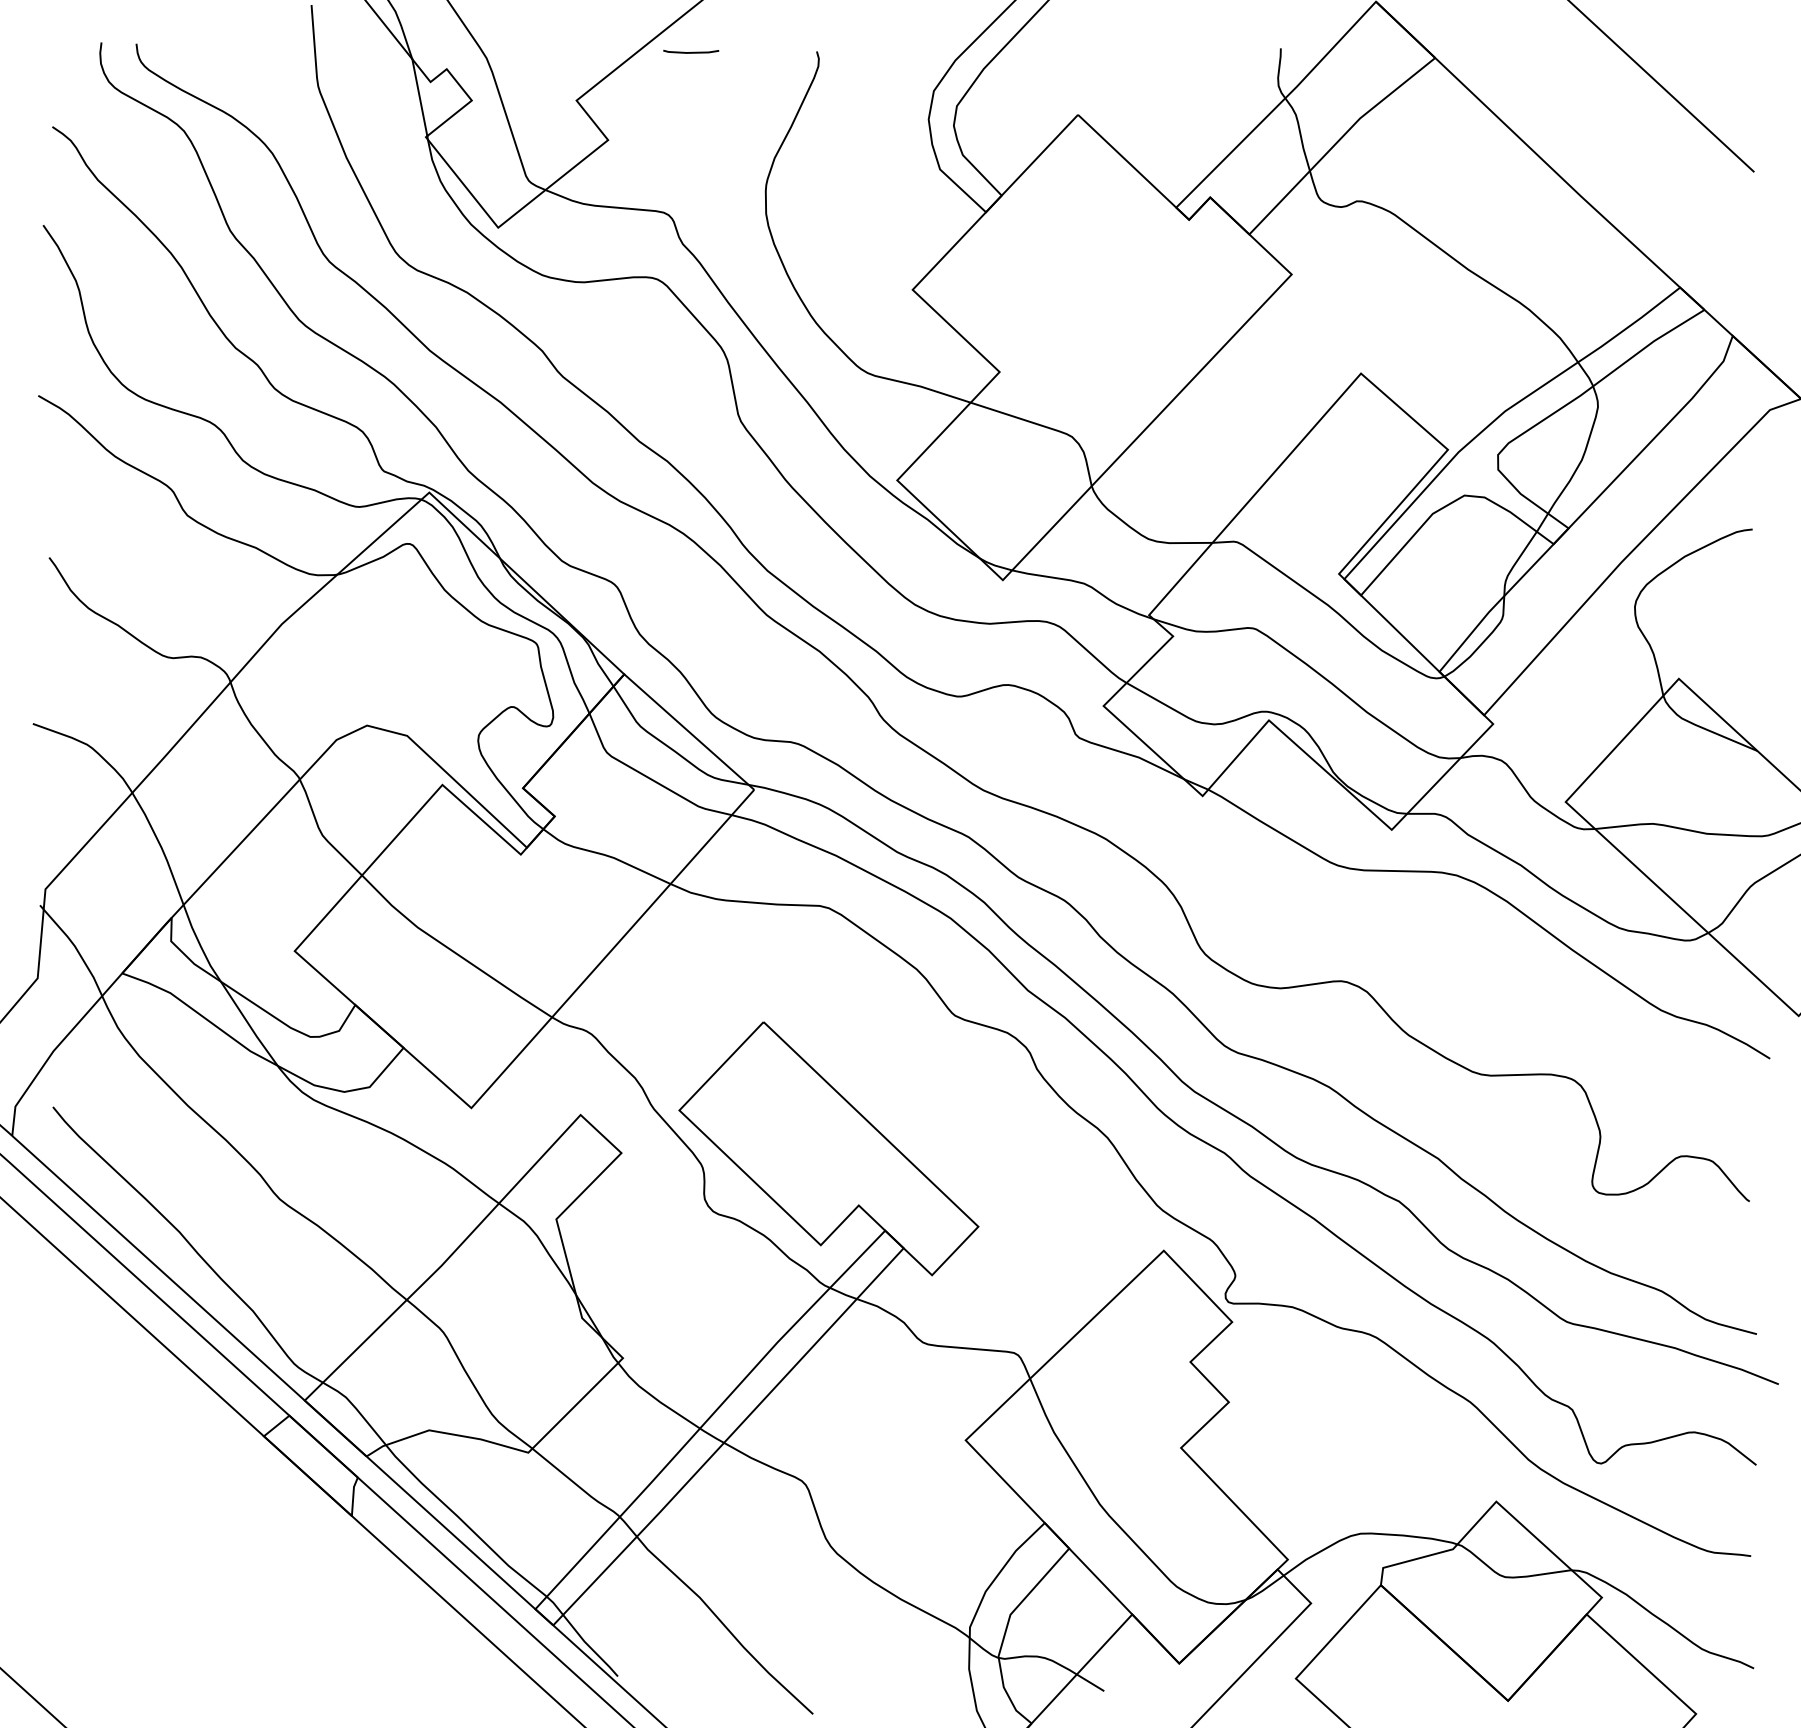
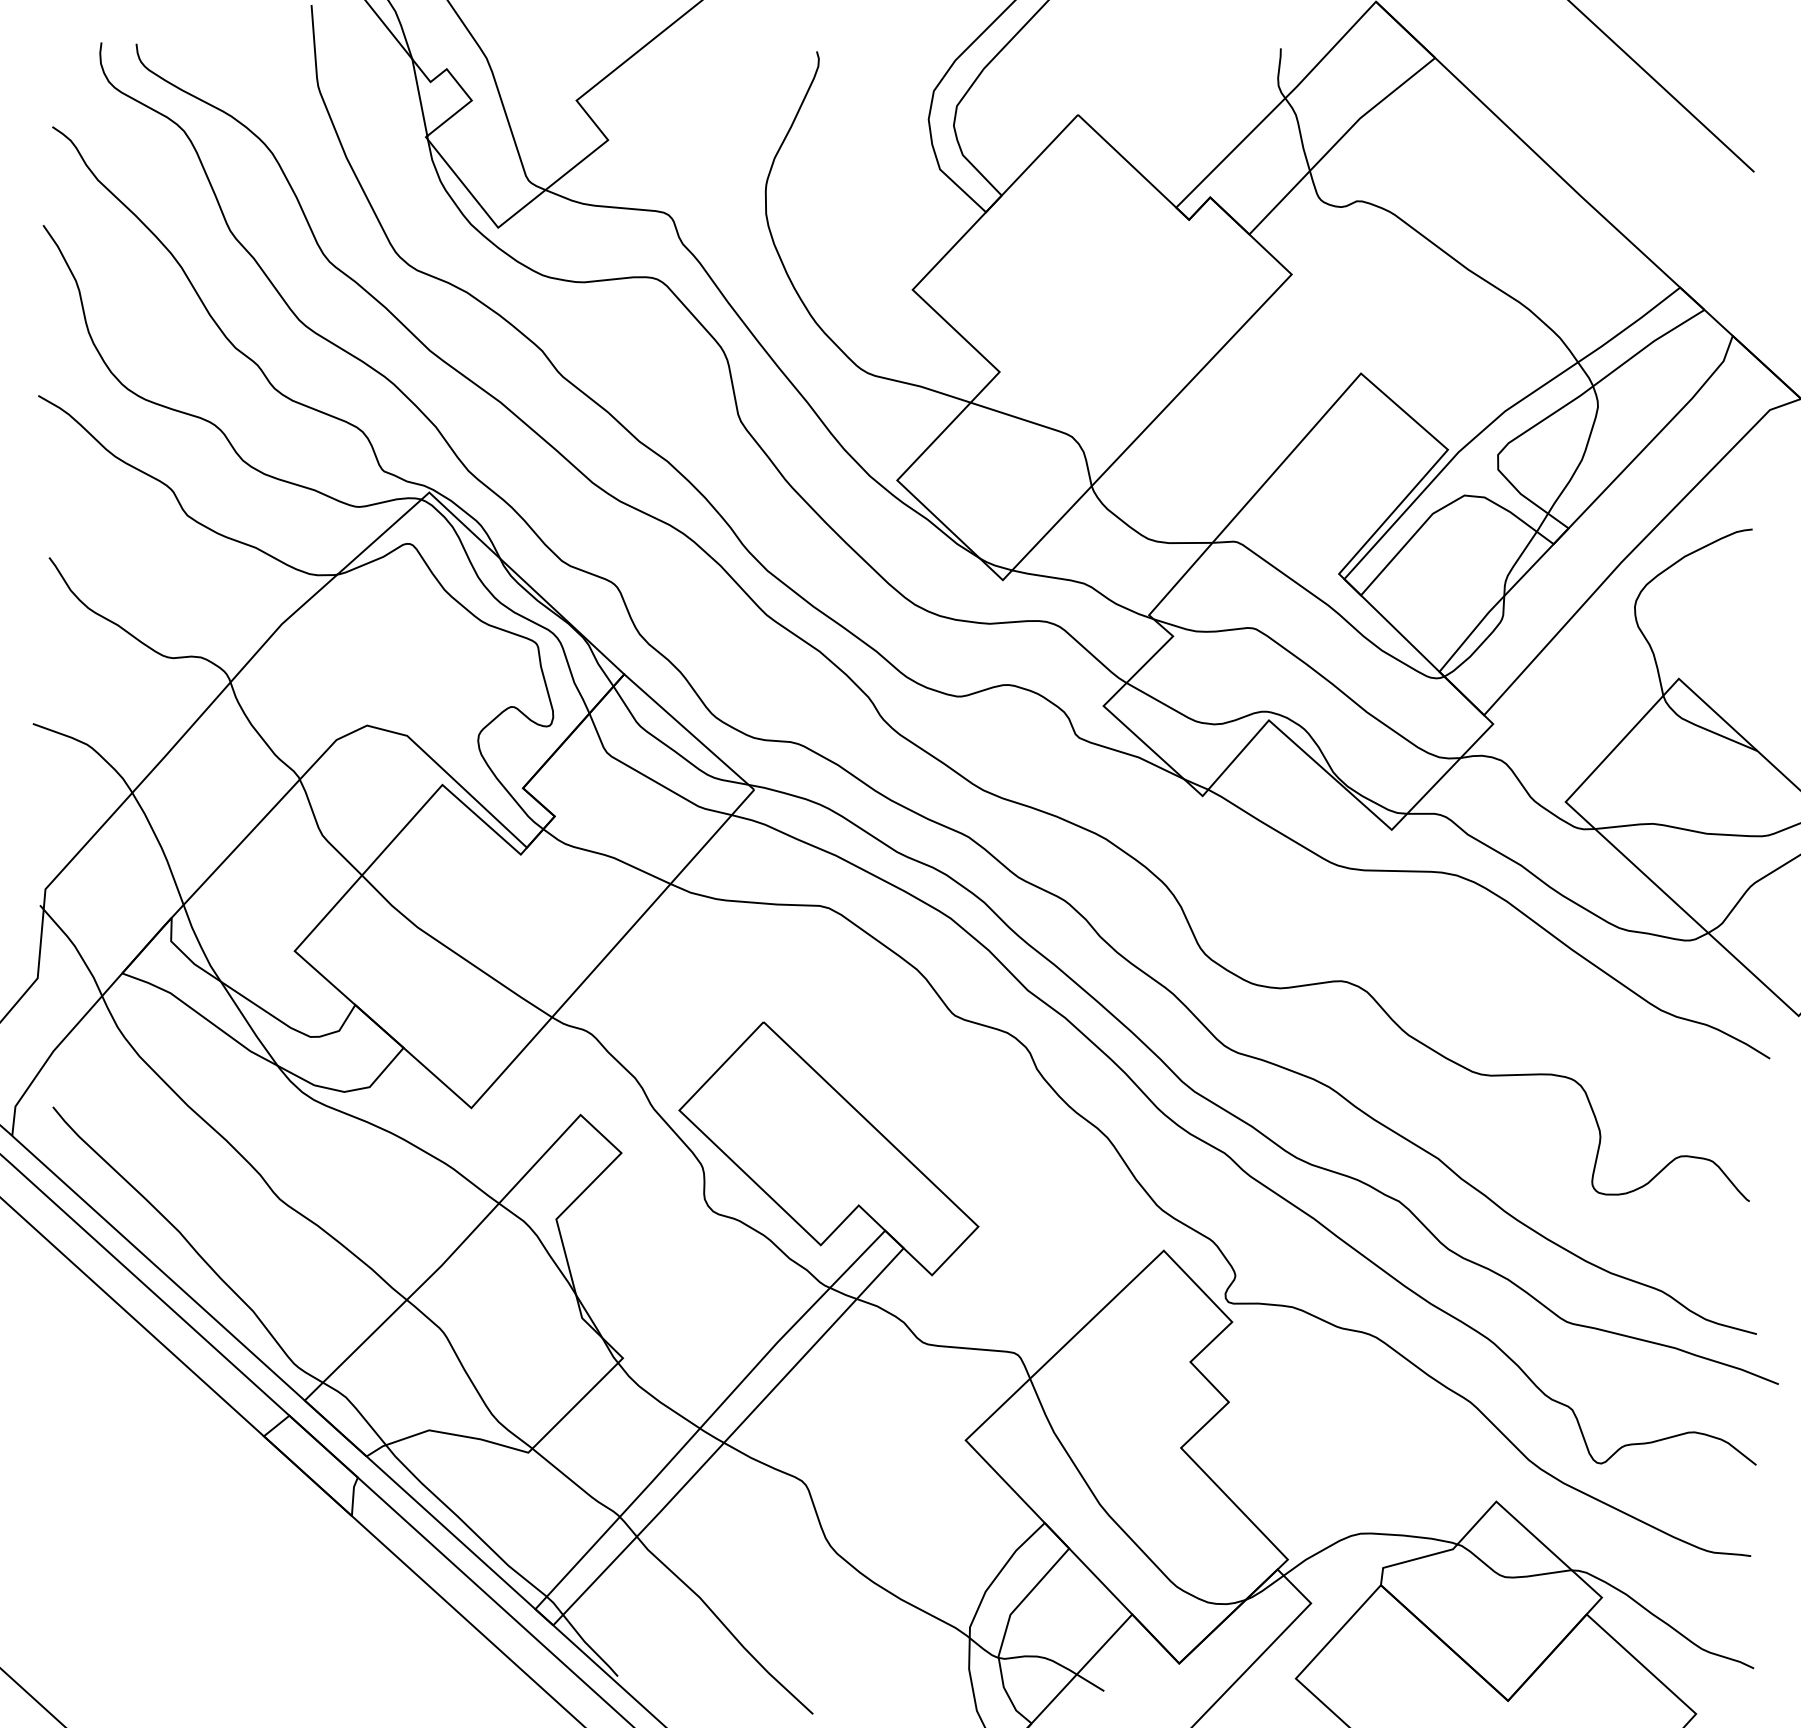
line at (692, 51): present -> none
